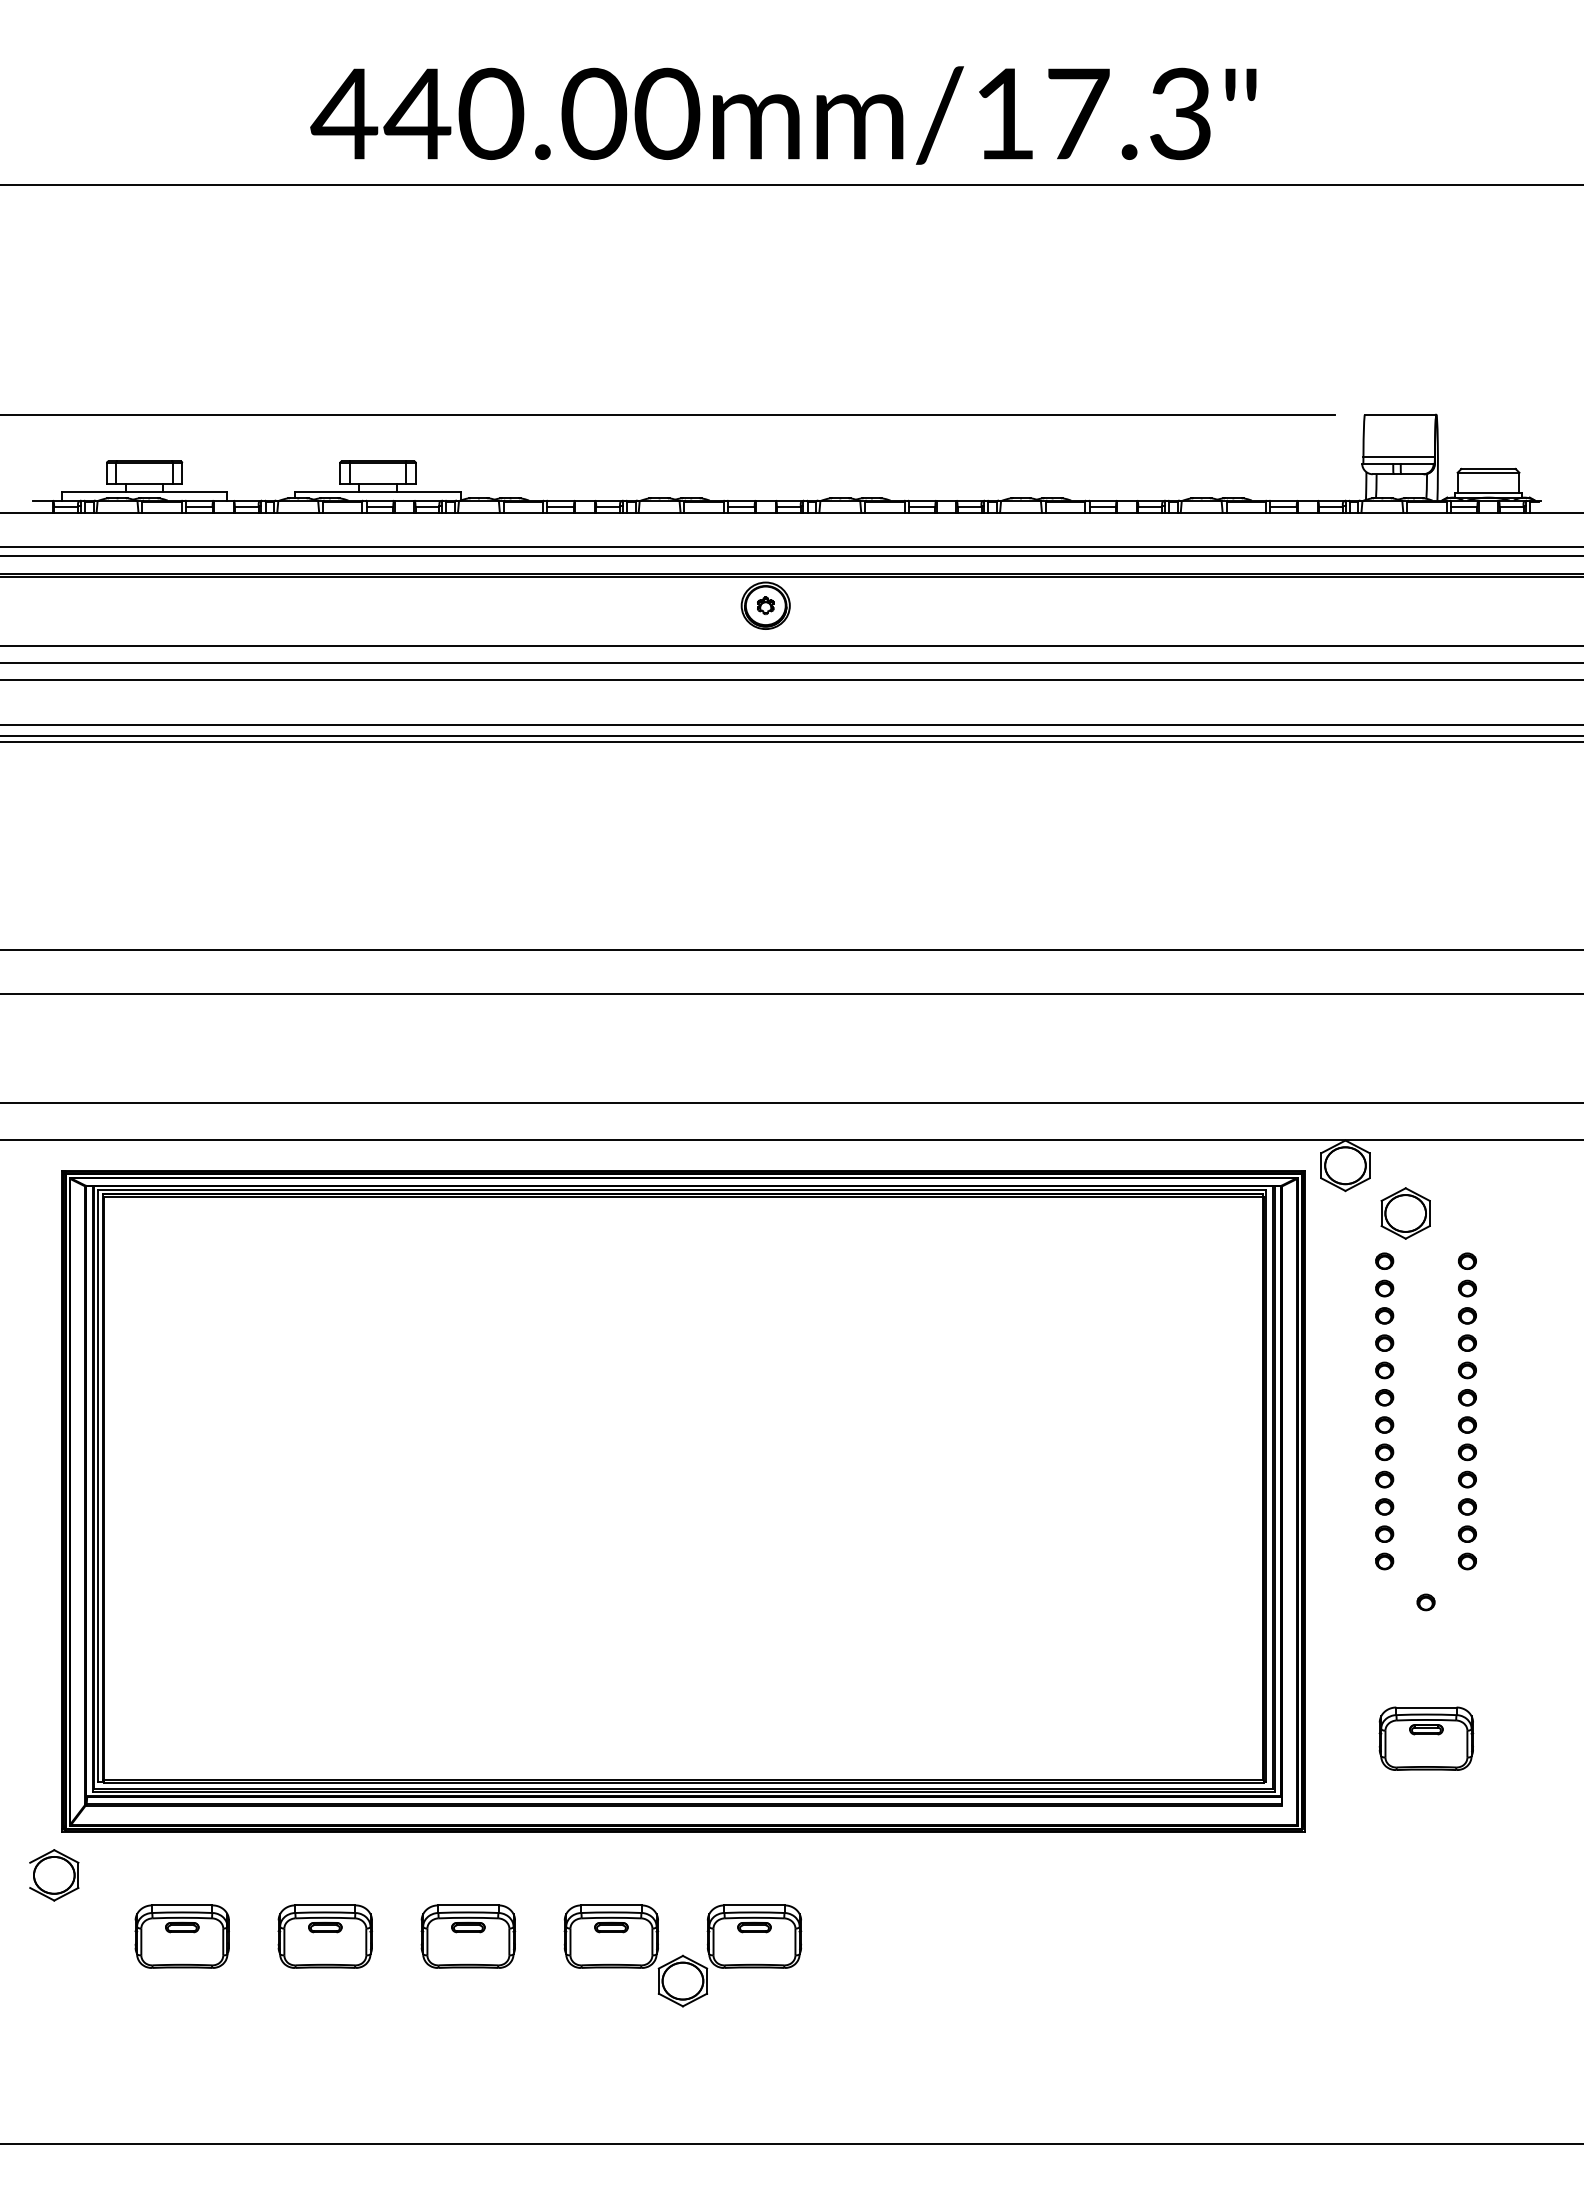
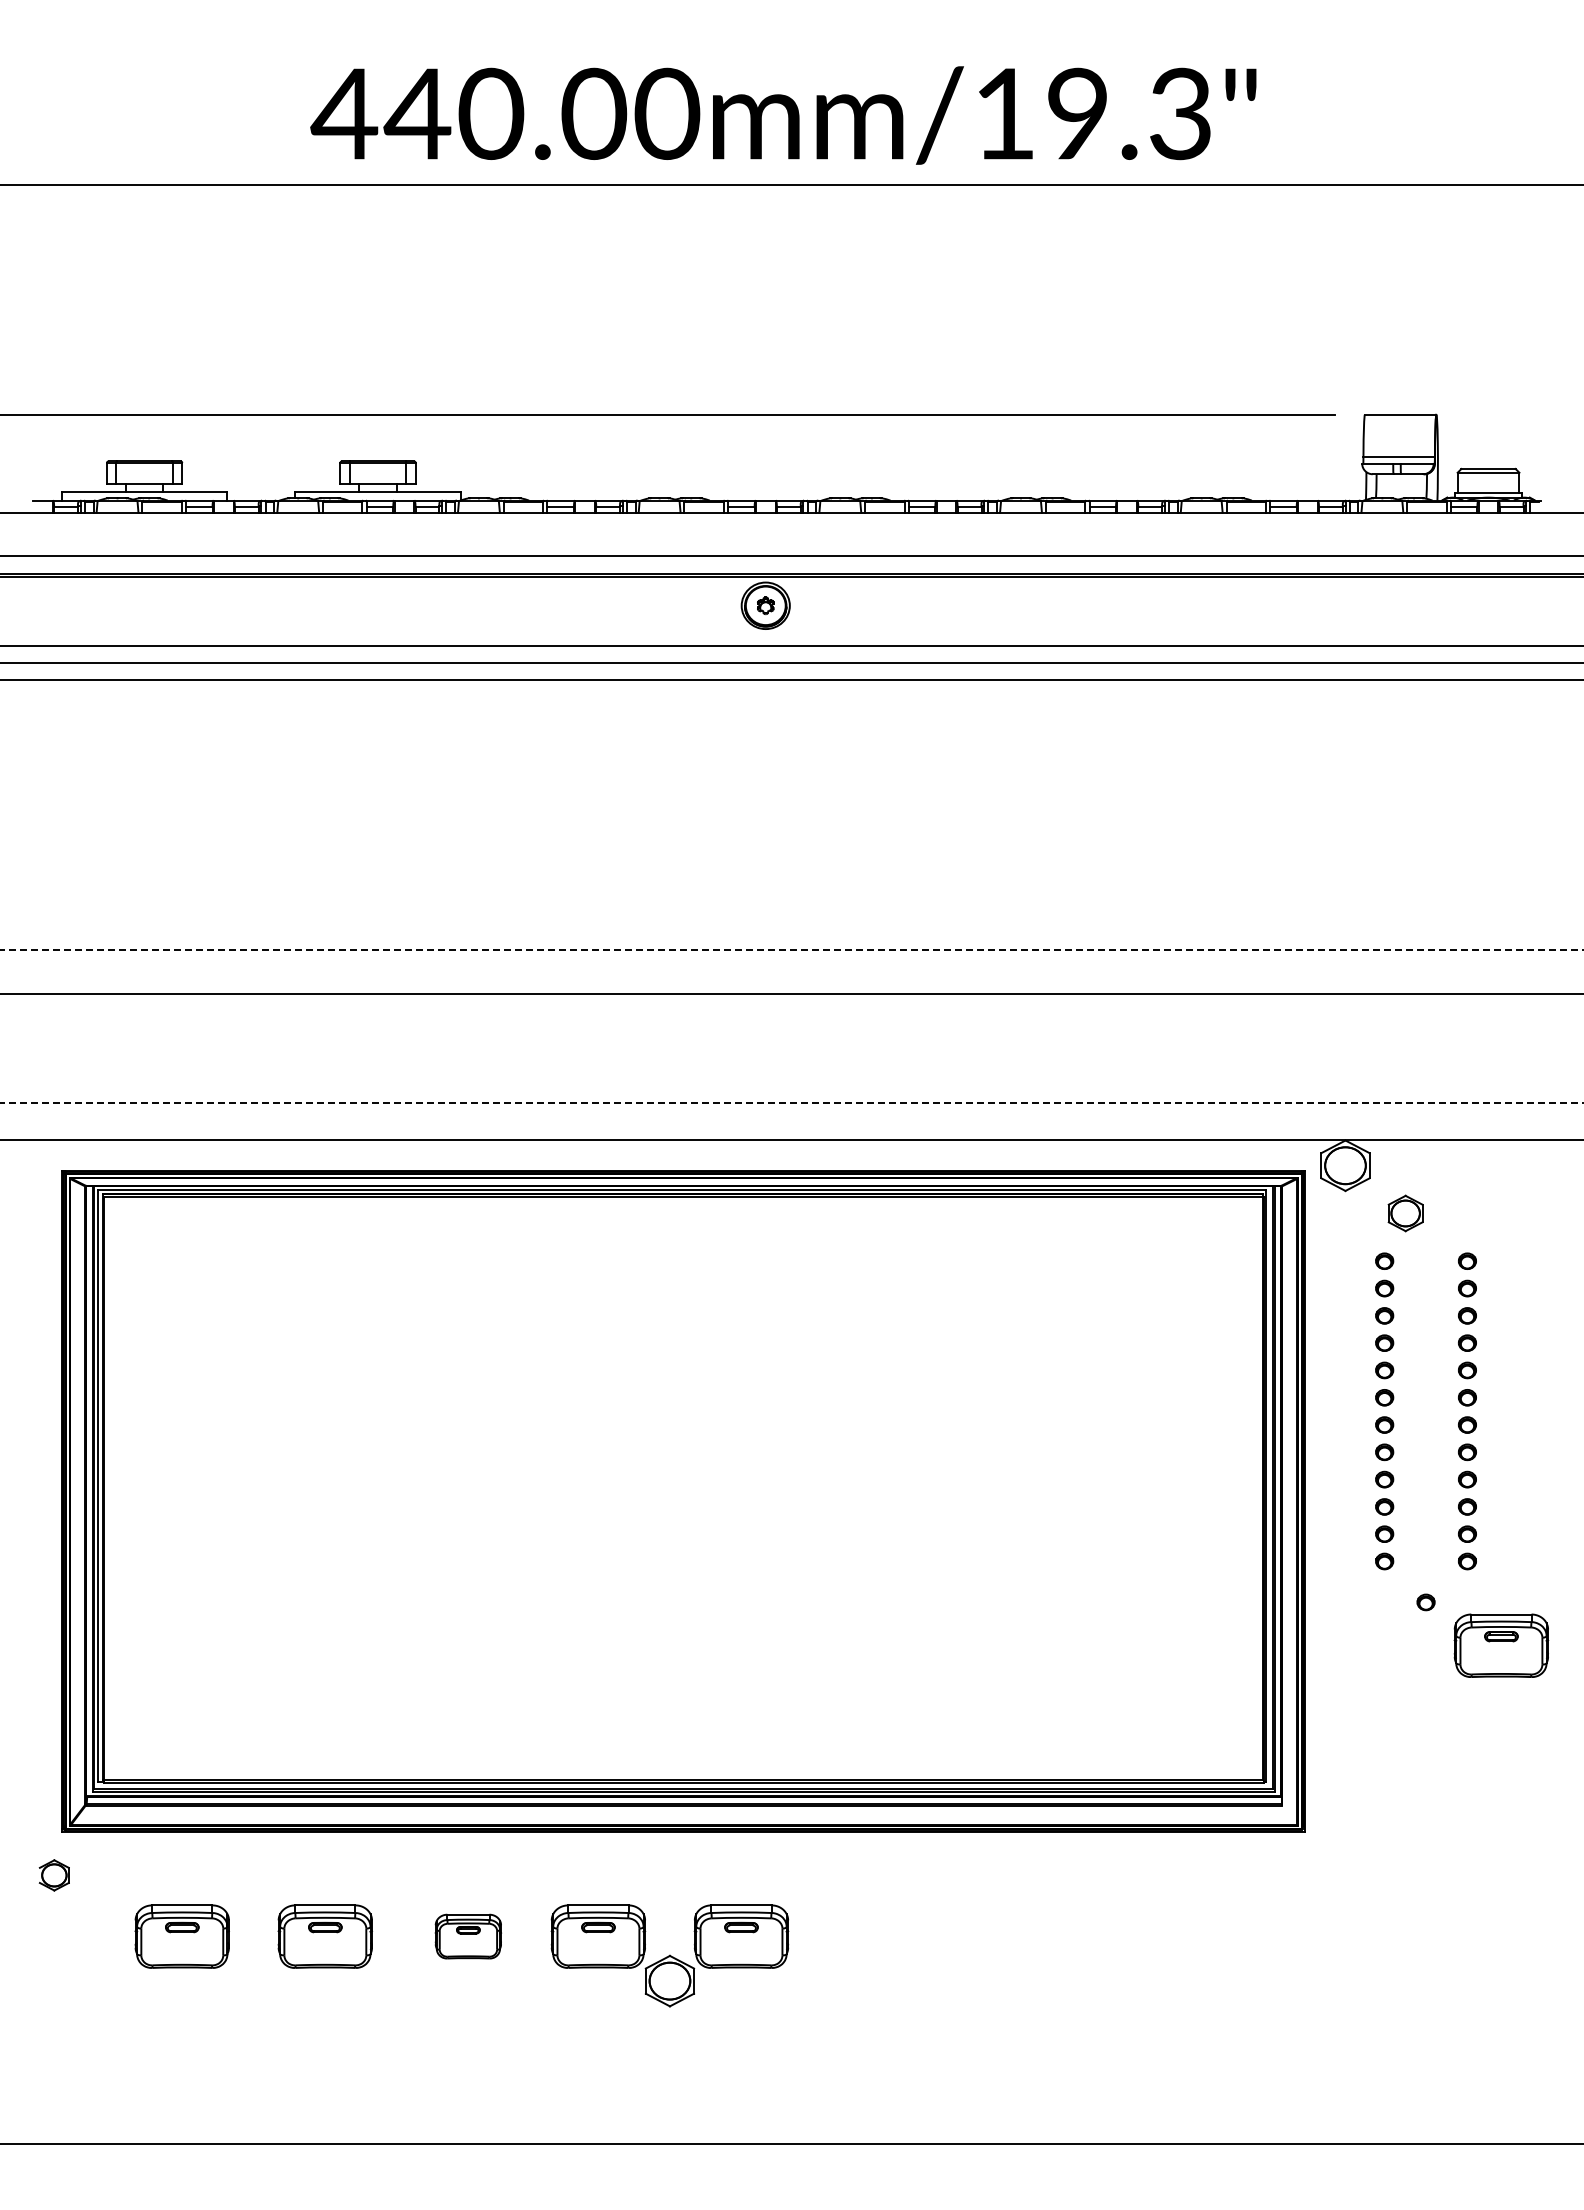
text at (1078, 113): 440.00mm/17.3" -> 440.00mm/19.3"
line at (791, 547): present -> none
line at (791, 724): present -> none
line at (791, 735): present -> none
line at (791, 742): present -> none
line at (791, 950): solid -> dashed
line at (791, 1102): solid -> dashed
part at (1405, 1213) size: 51x53 px -> 37x39 px
part at (1426, 1738) position: (1426, 1738) -> (1501, 1645)
part at (54, 1875) size: 51x53 px -> 32x33 px
part at (468, 1936) size: 97x65 px -> 68x47 px
part at (682, 1955) position: (682, 1955) -> (669, 1955)
